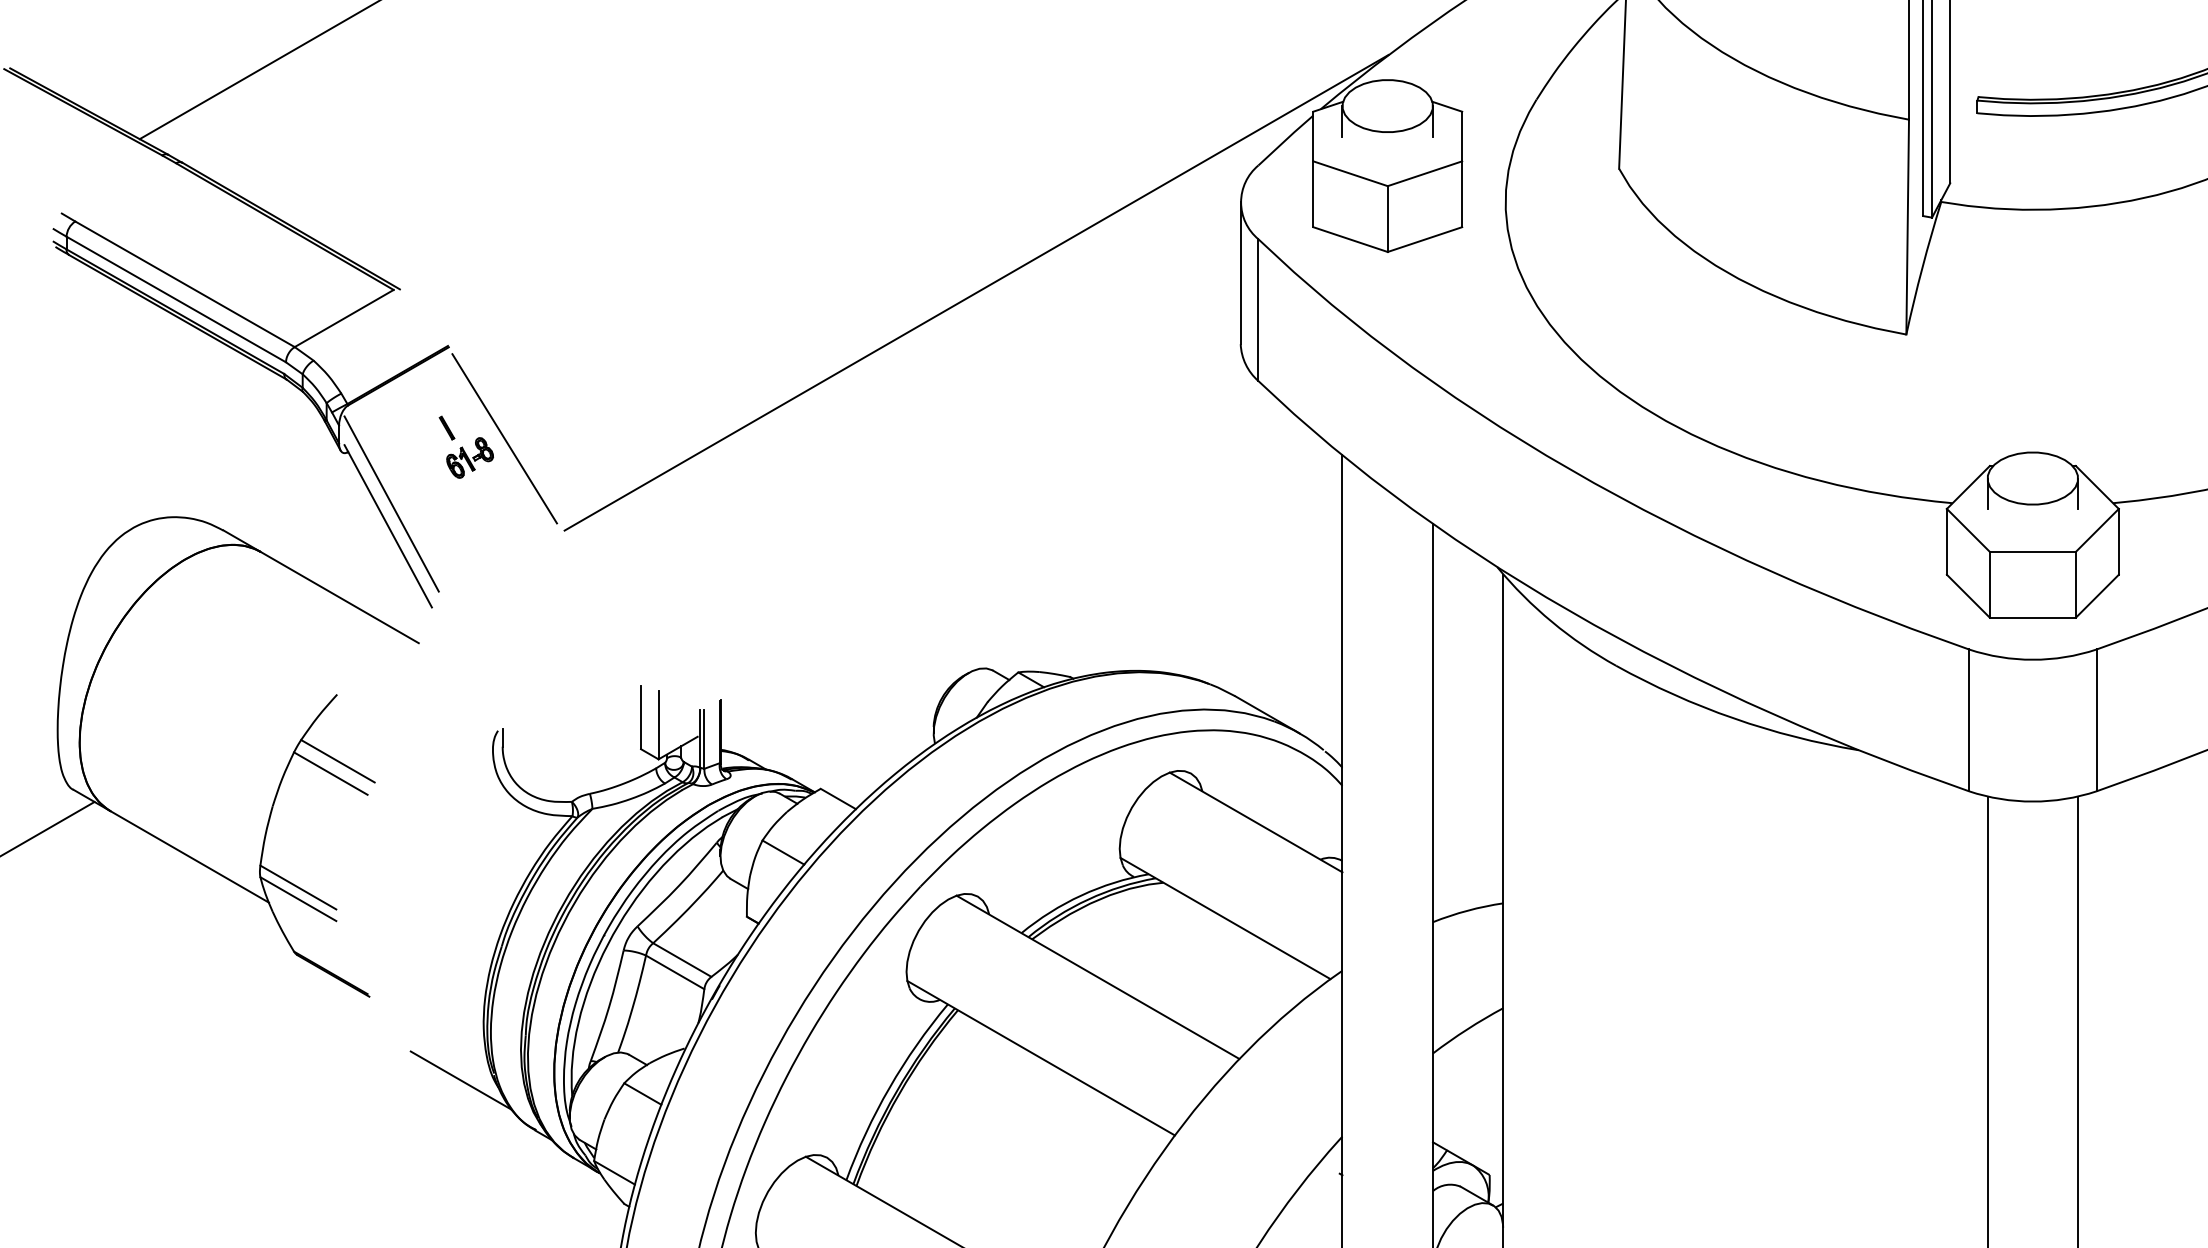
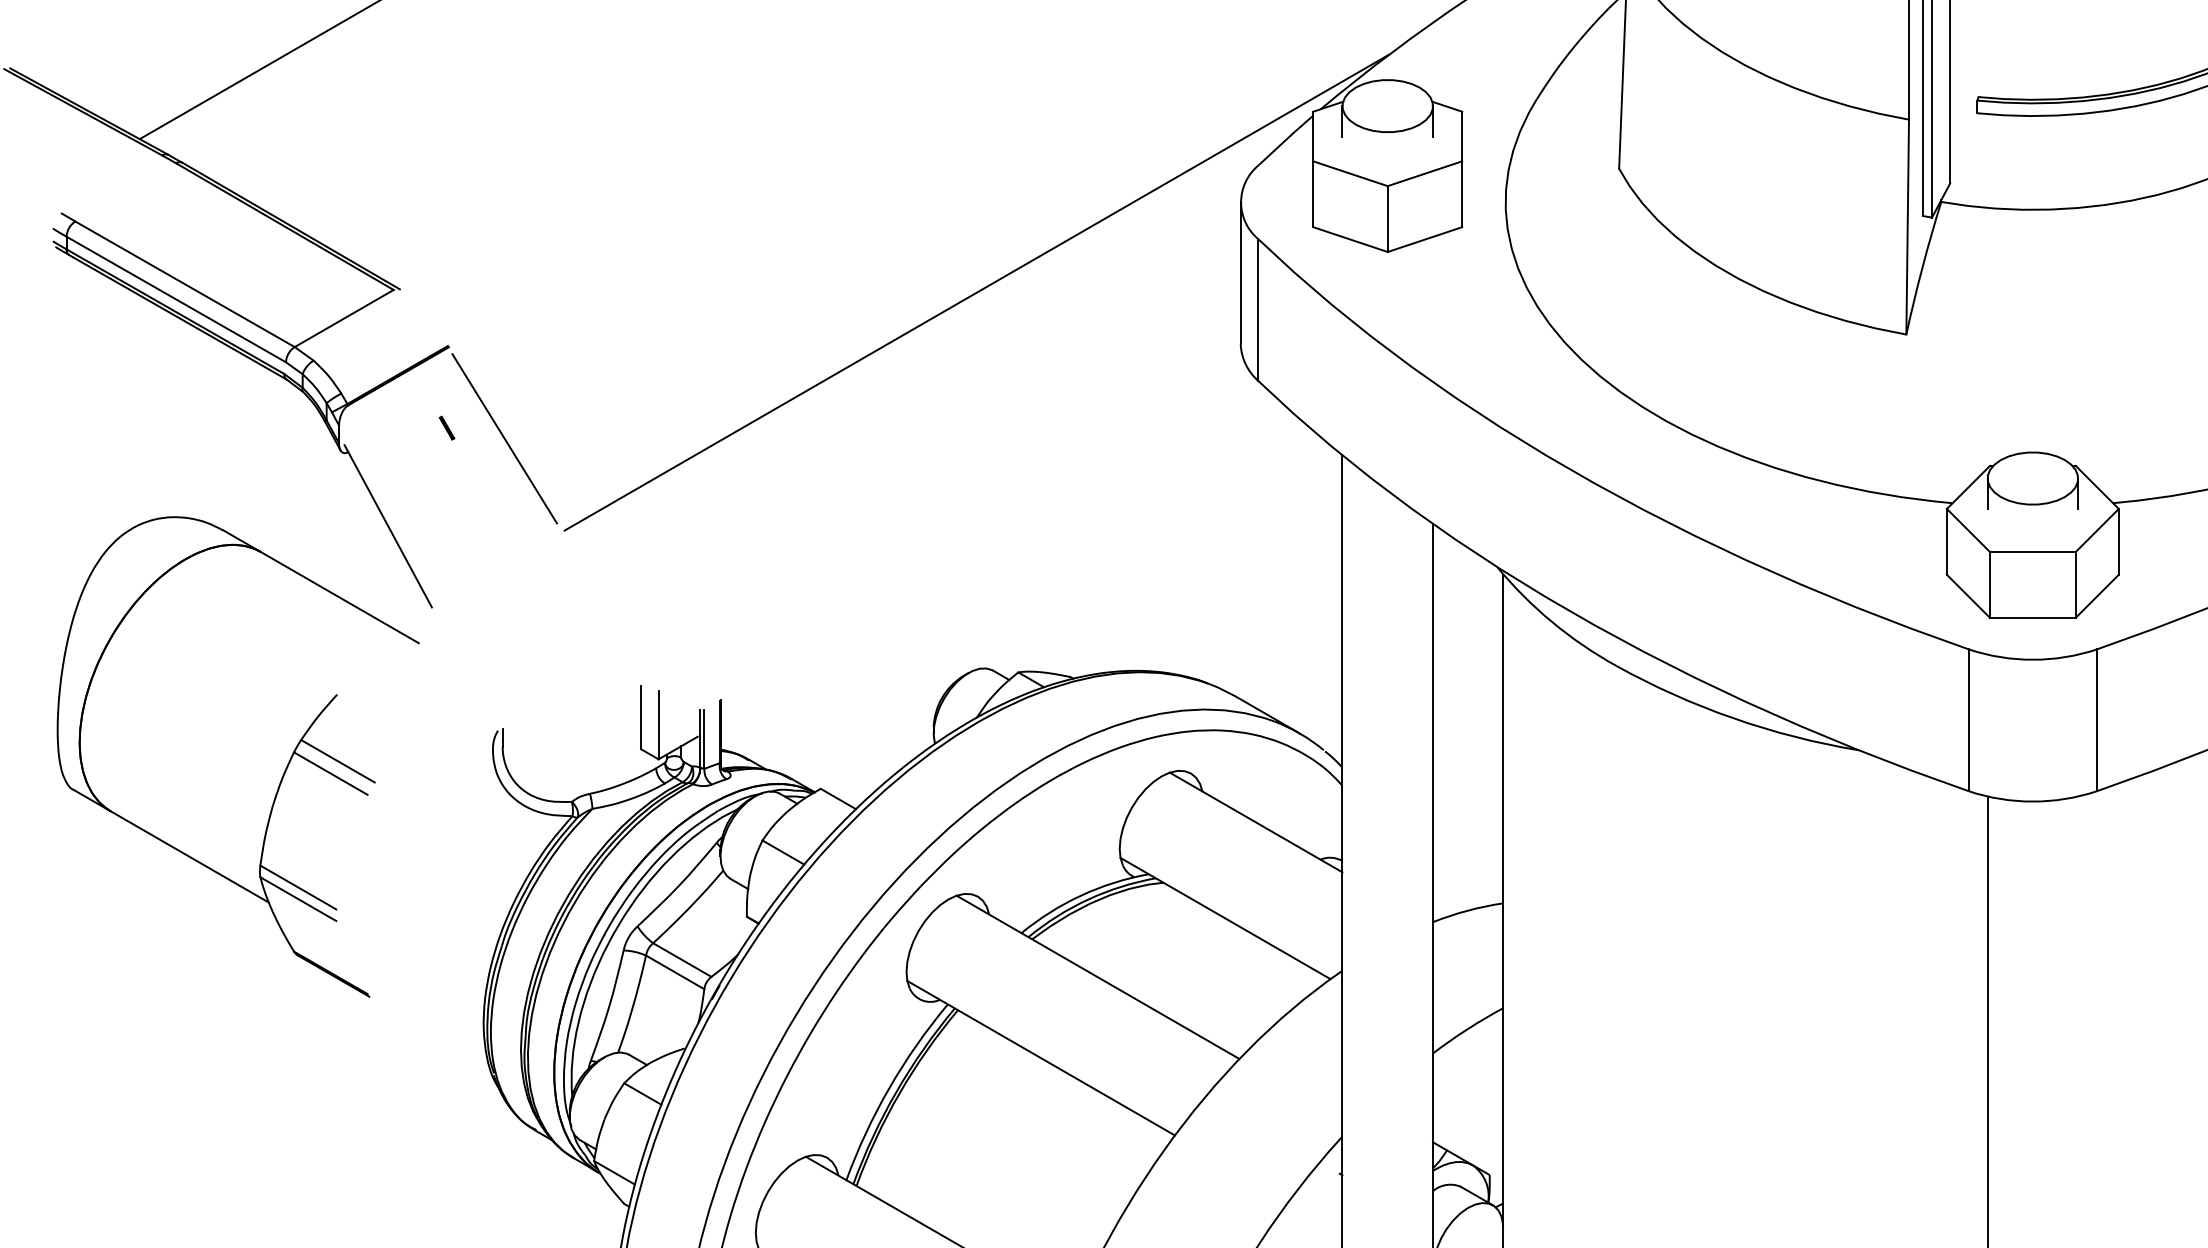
part at (469, 457): present -> none
line at (391, 503): present -> none
line at (48, 828): present -> none
line at (2078, 1020): present -> none
line at (460, 1080): present -> none
